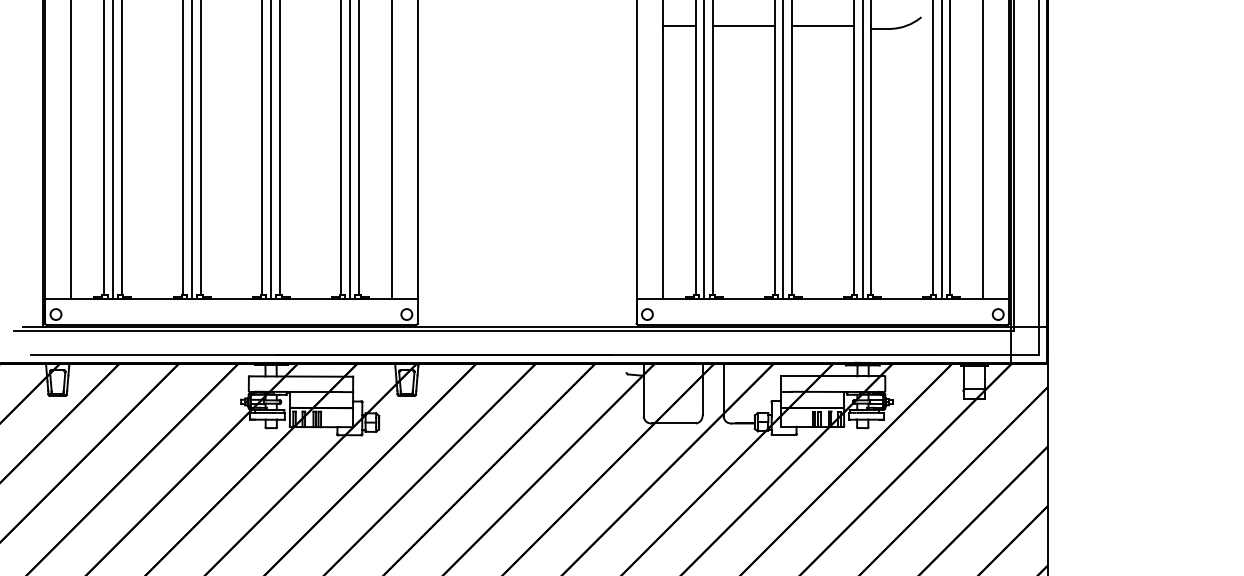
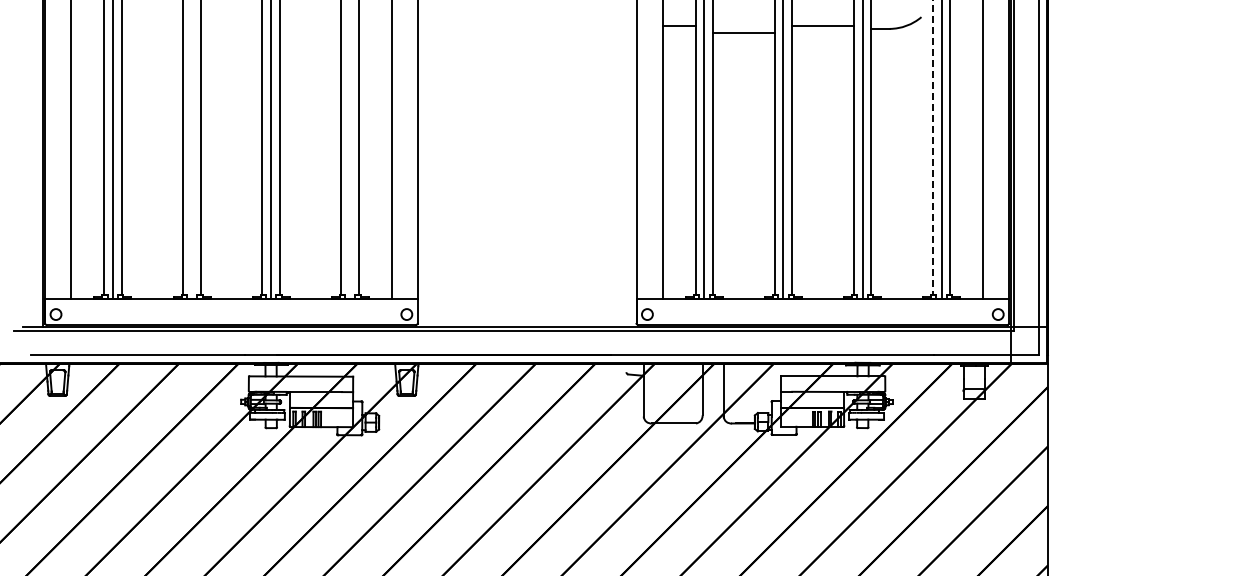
line at (743, 25) position: (743, 25) -> (743, 32)
line at (932, 148): solid -> dashed
line at (192, 150): present -> none
line at (350, 150): present -> none
